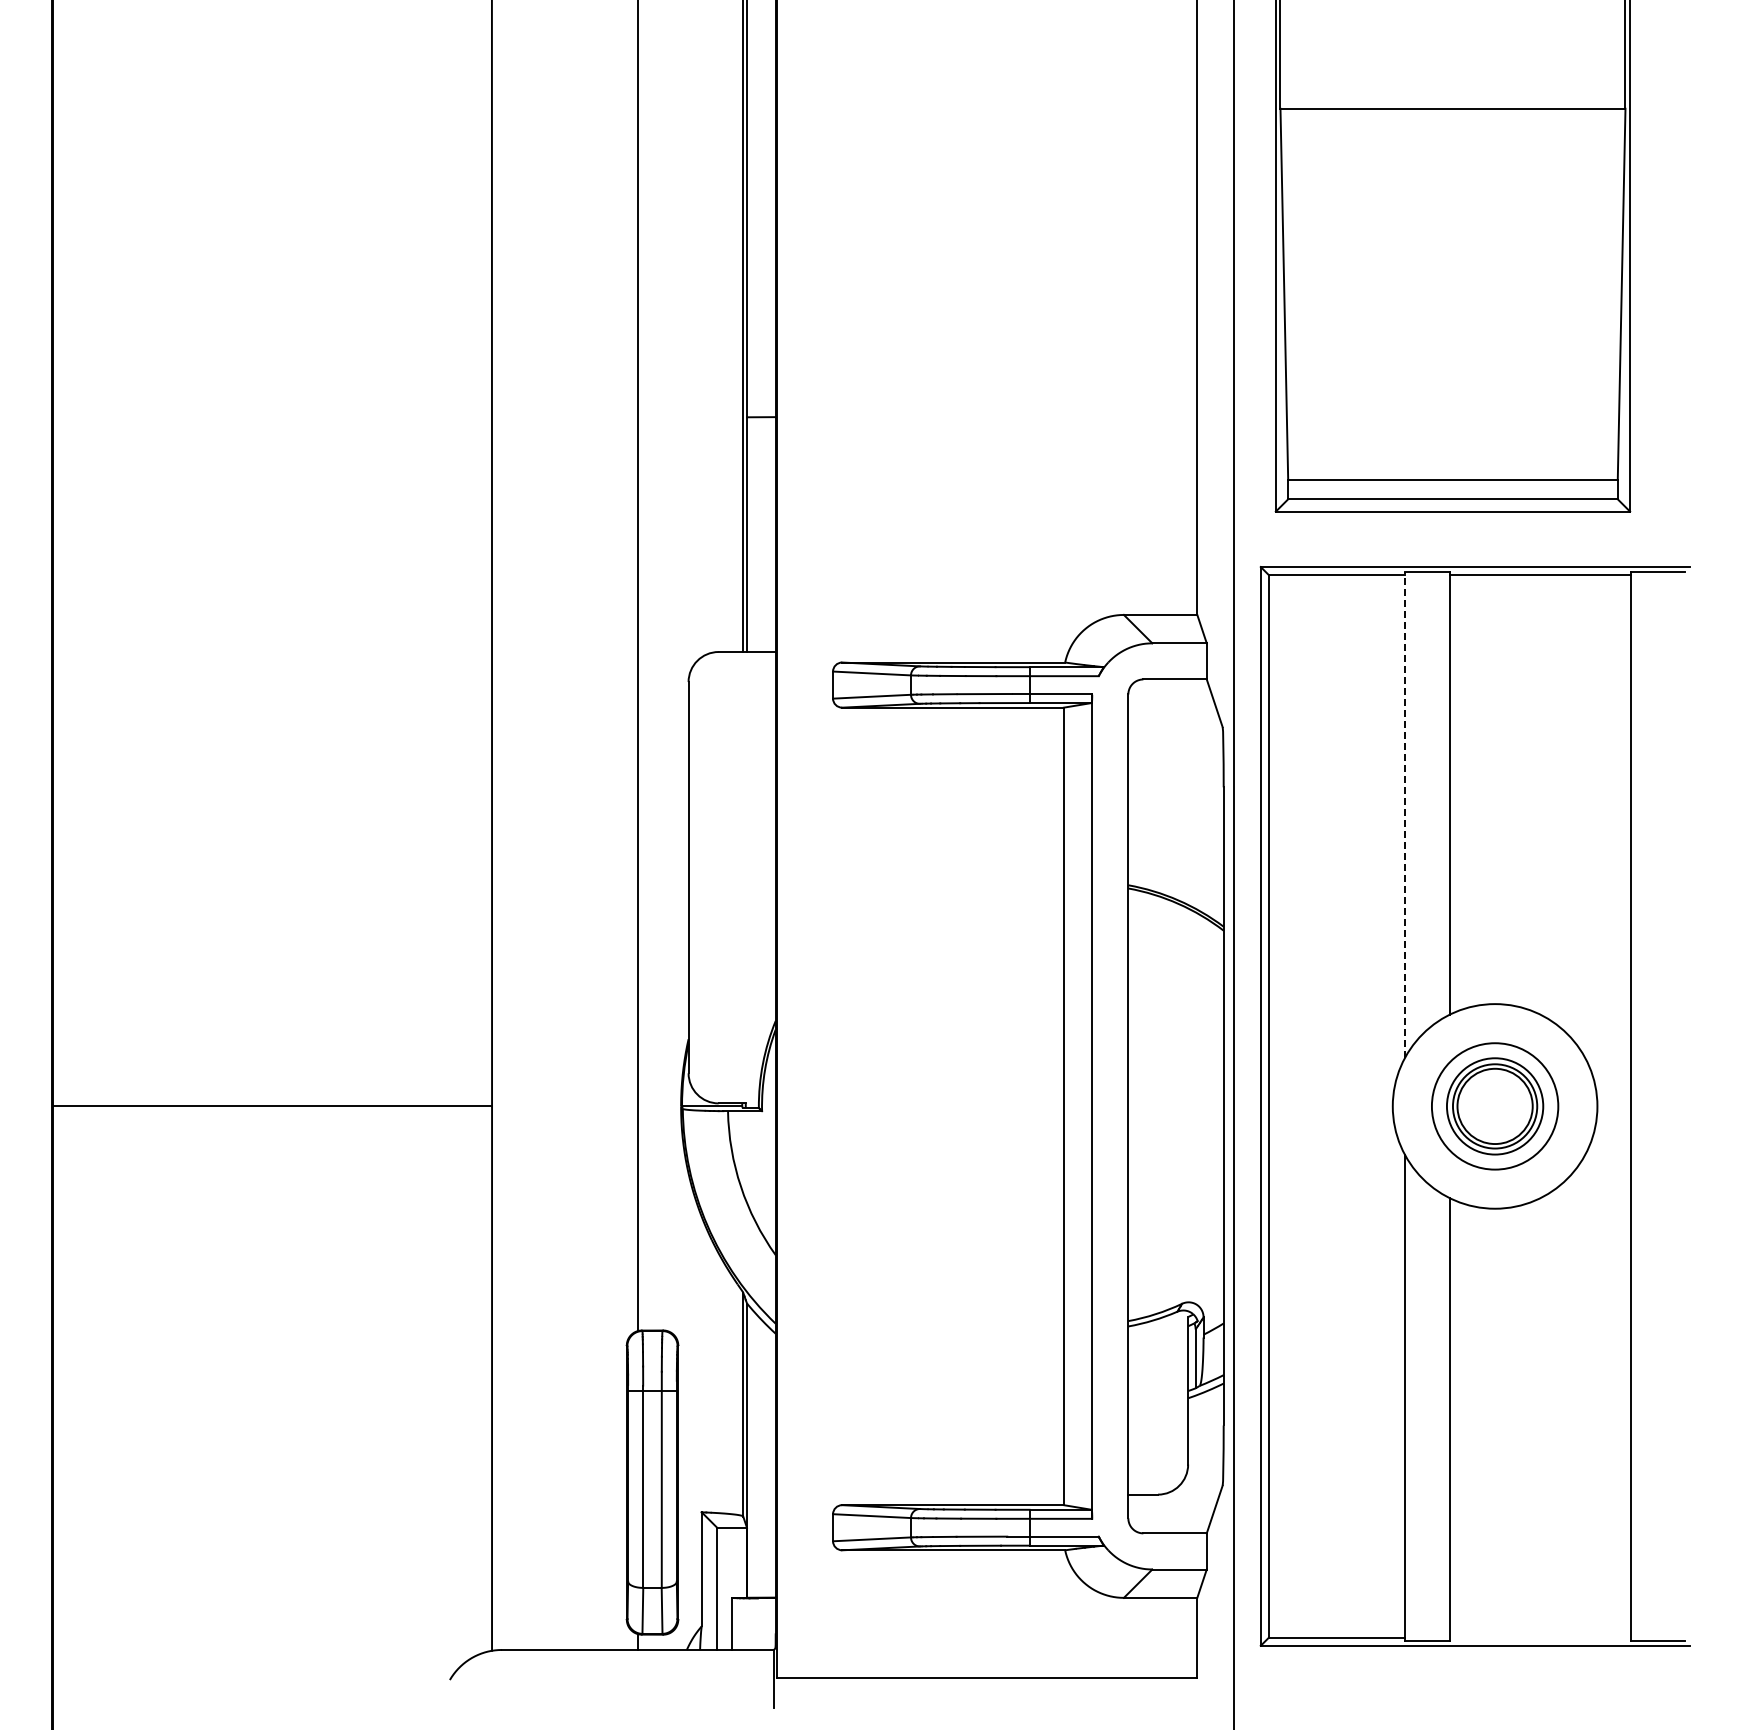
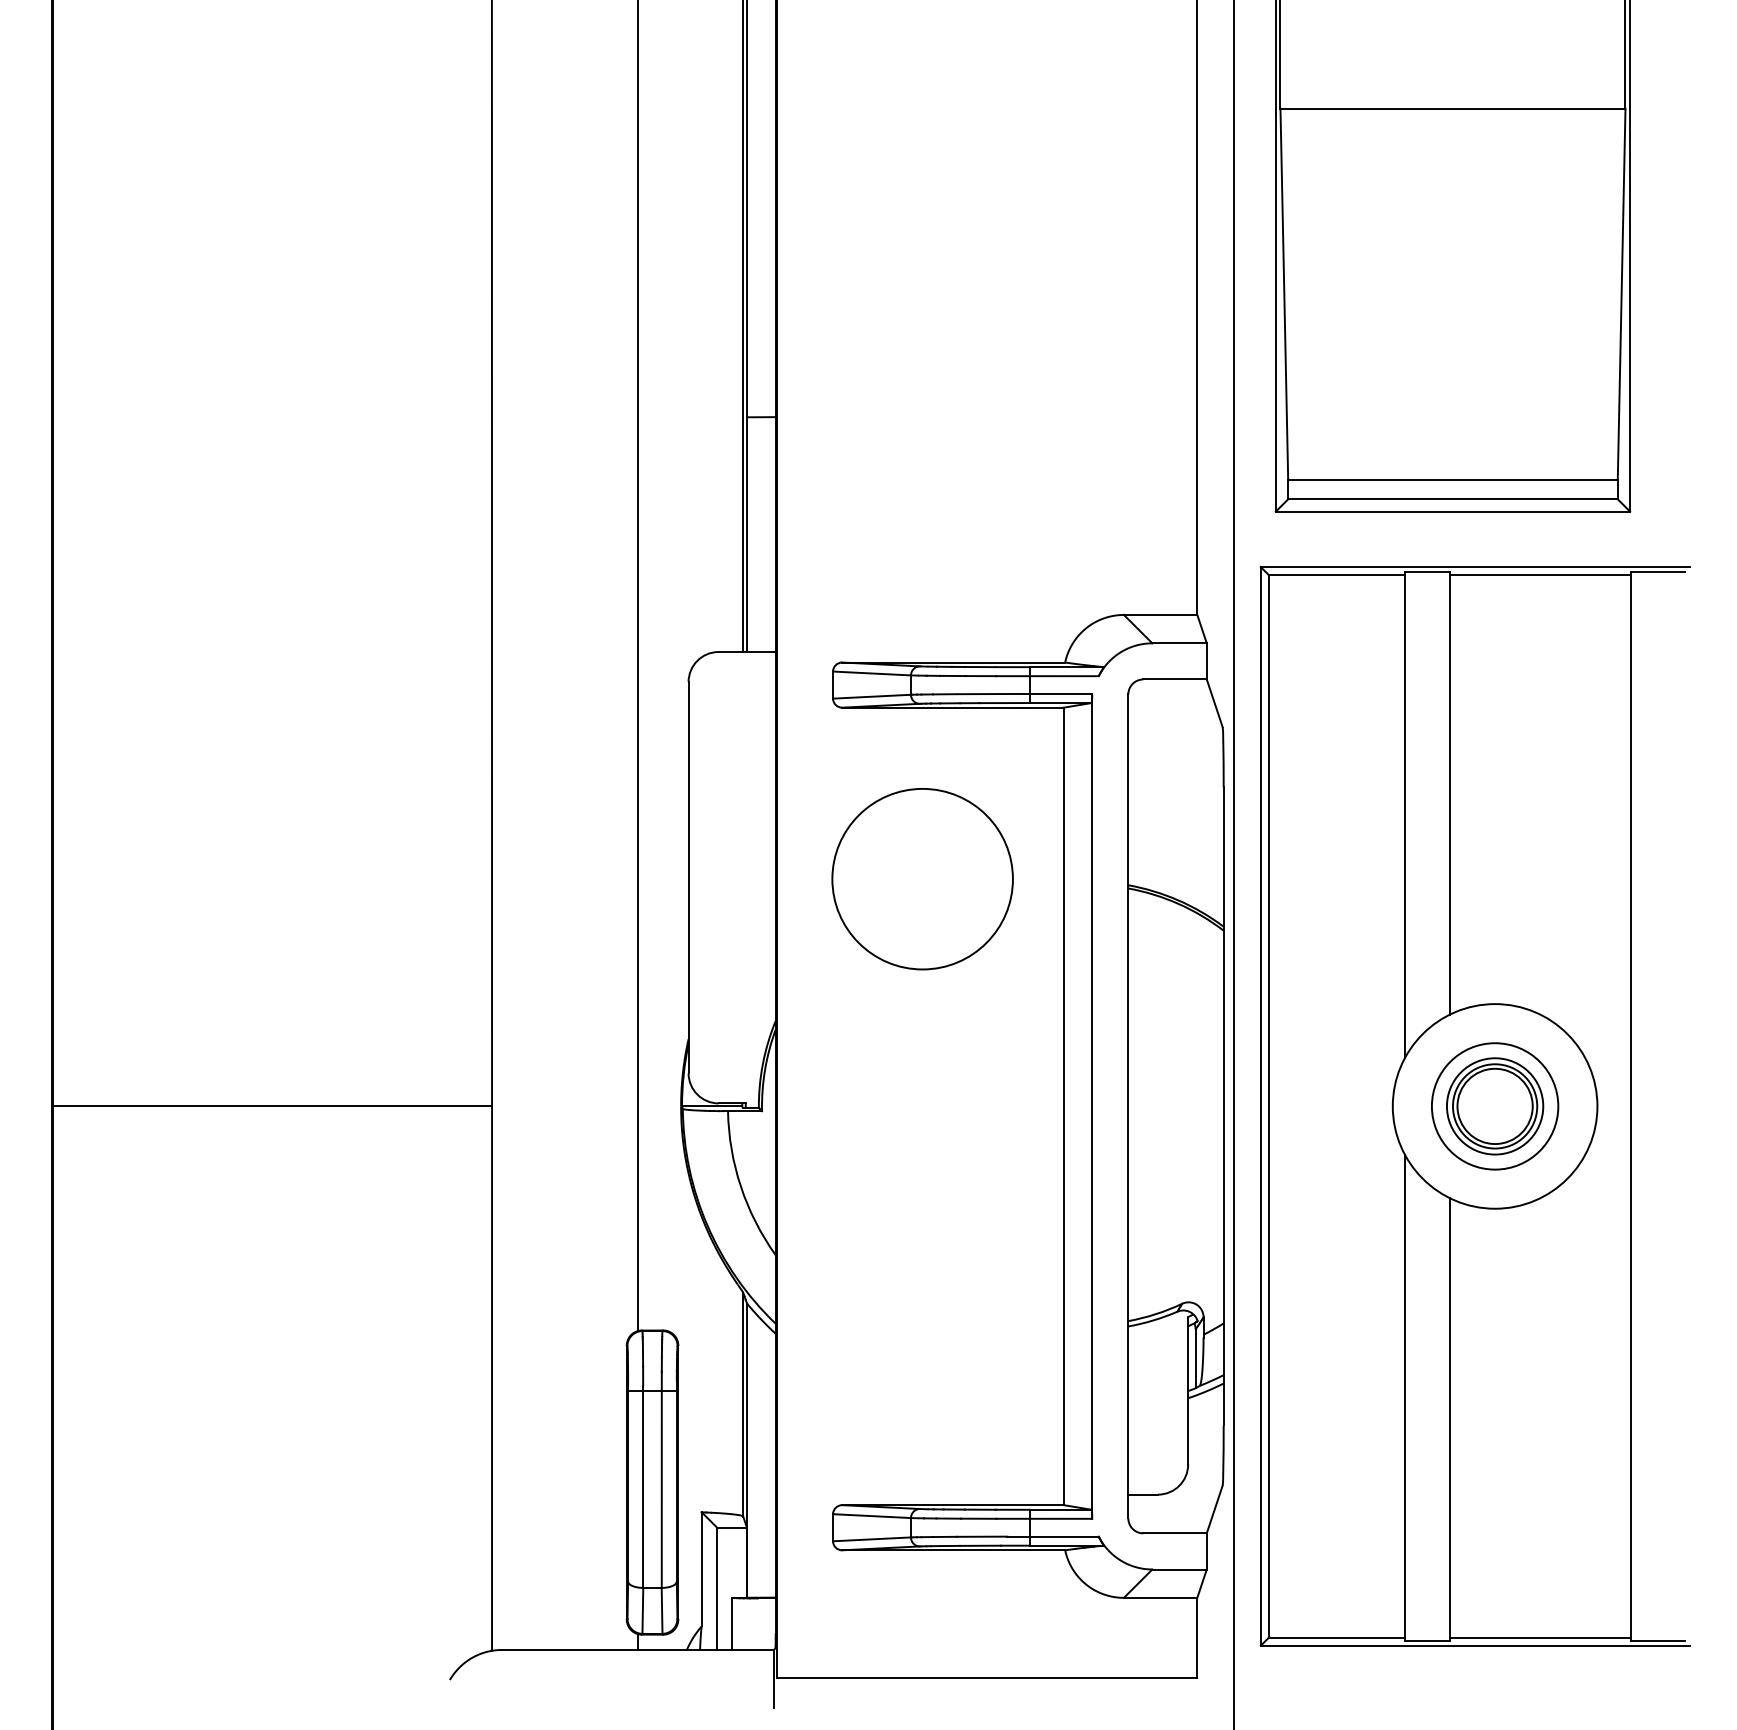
line at (1404, 814): dashed -> solid
circle at (922, 879): none -> present
line at (1539, 1637): none -> present
